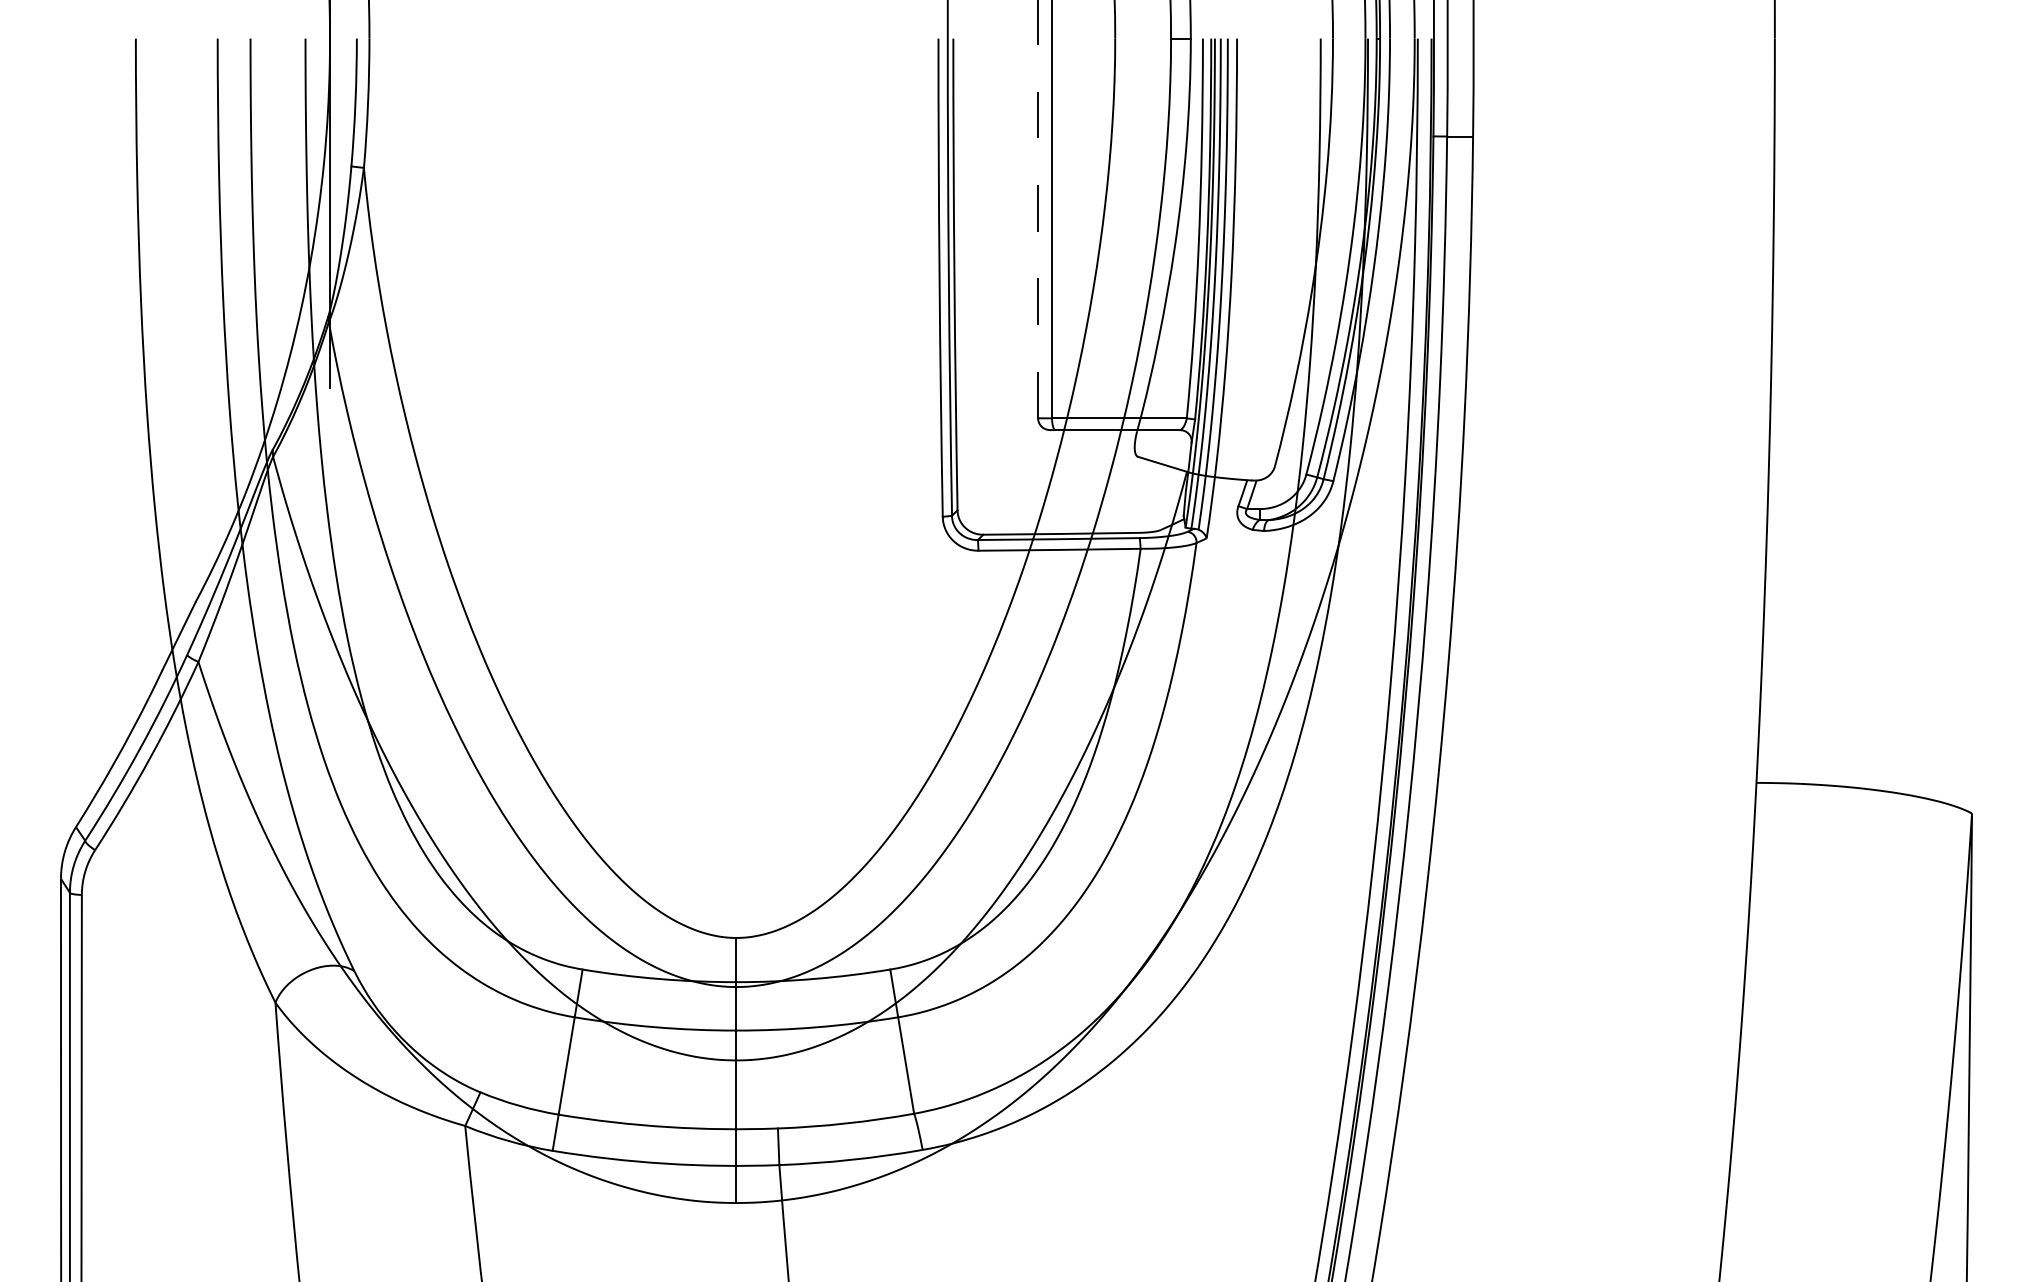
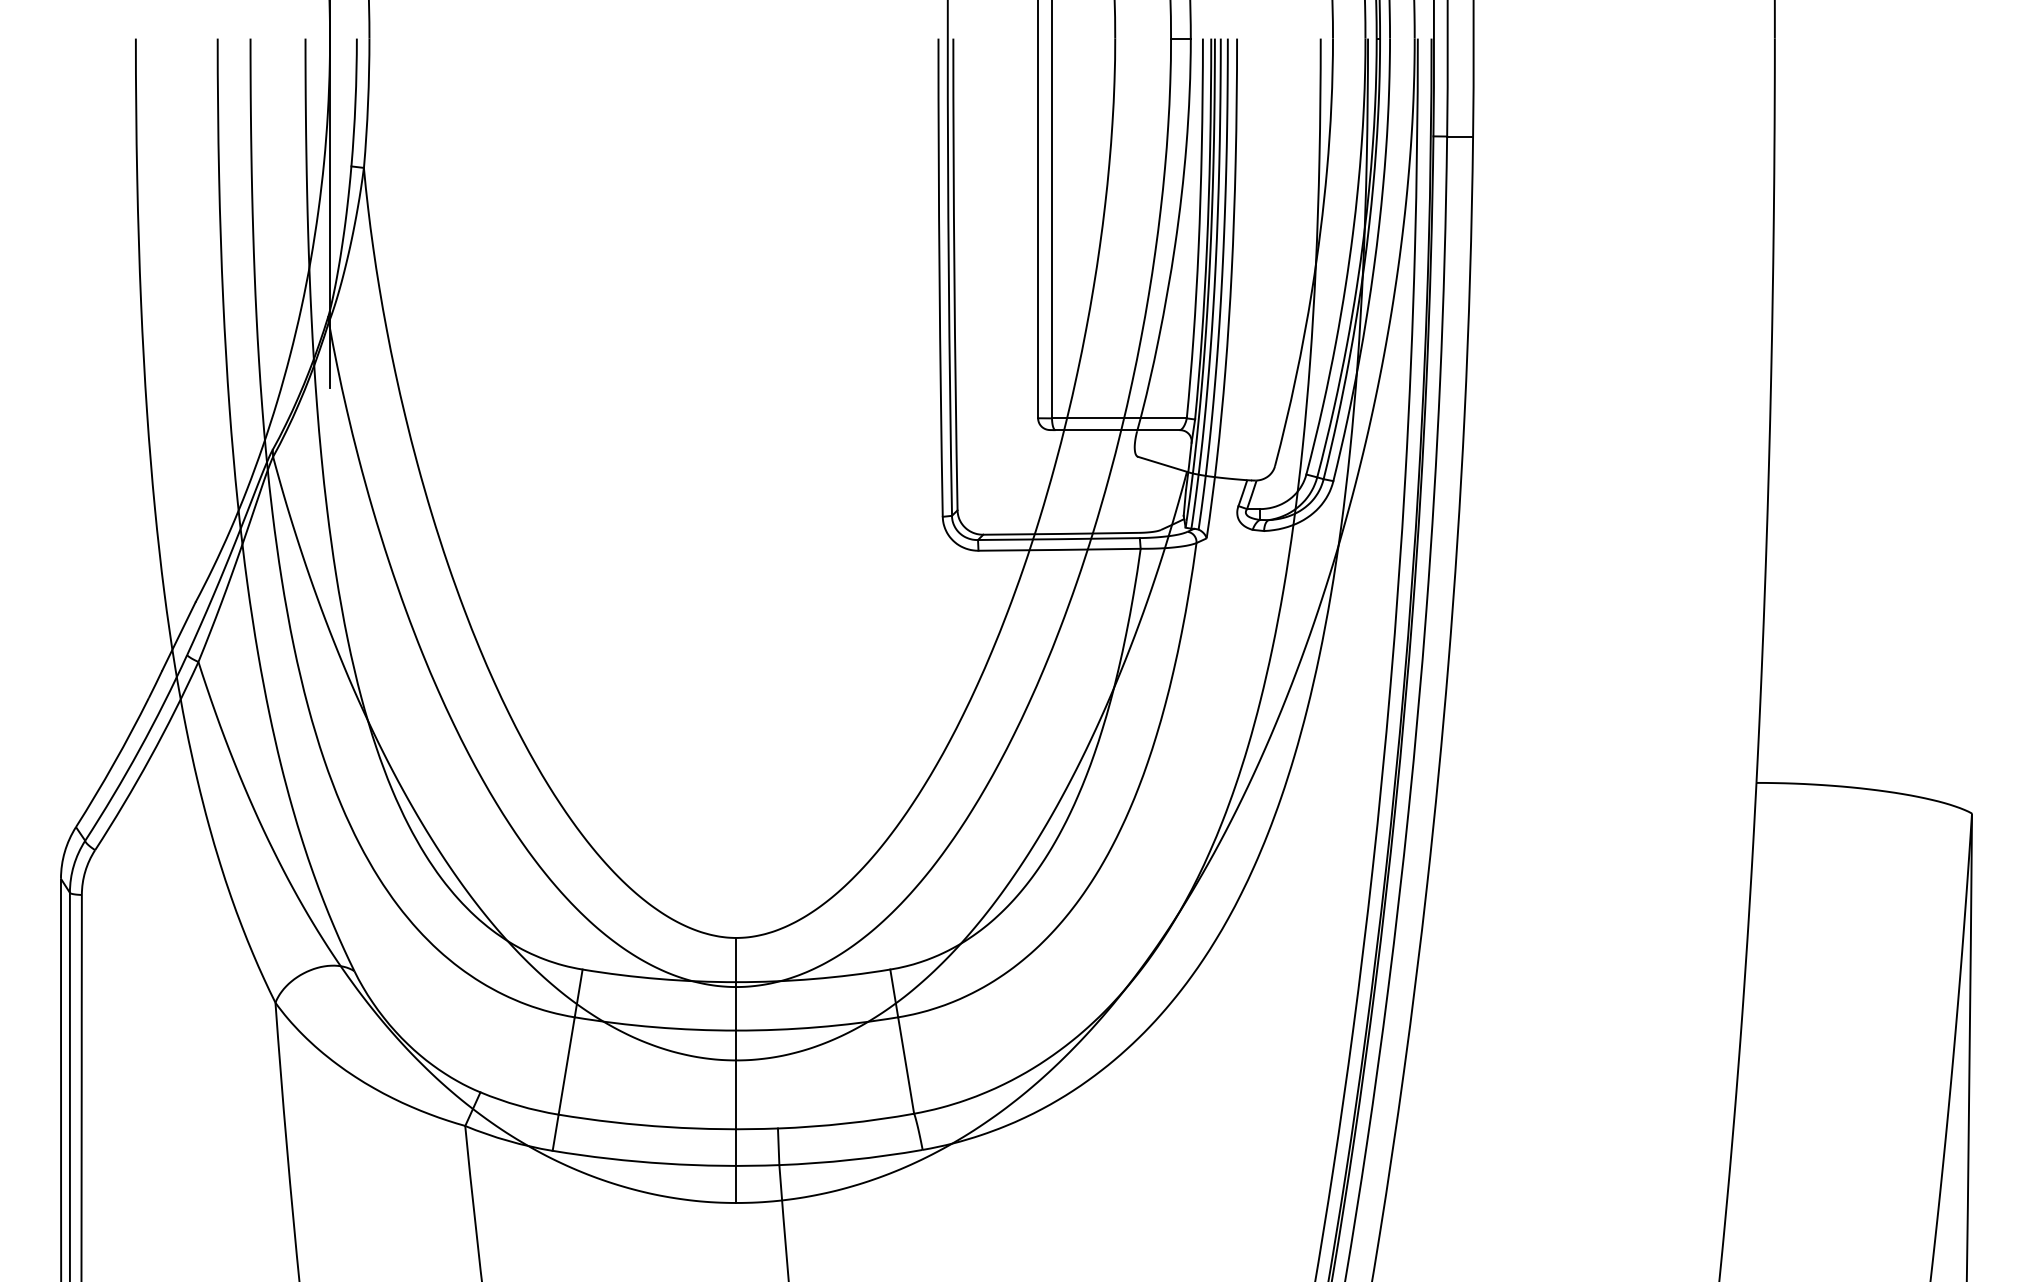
line at (1038, 209): dashed -> solid
